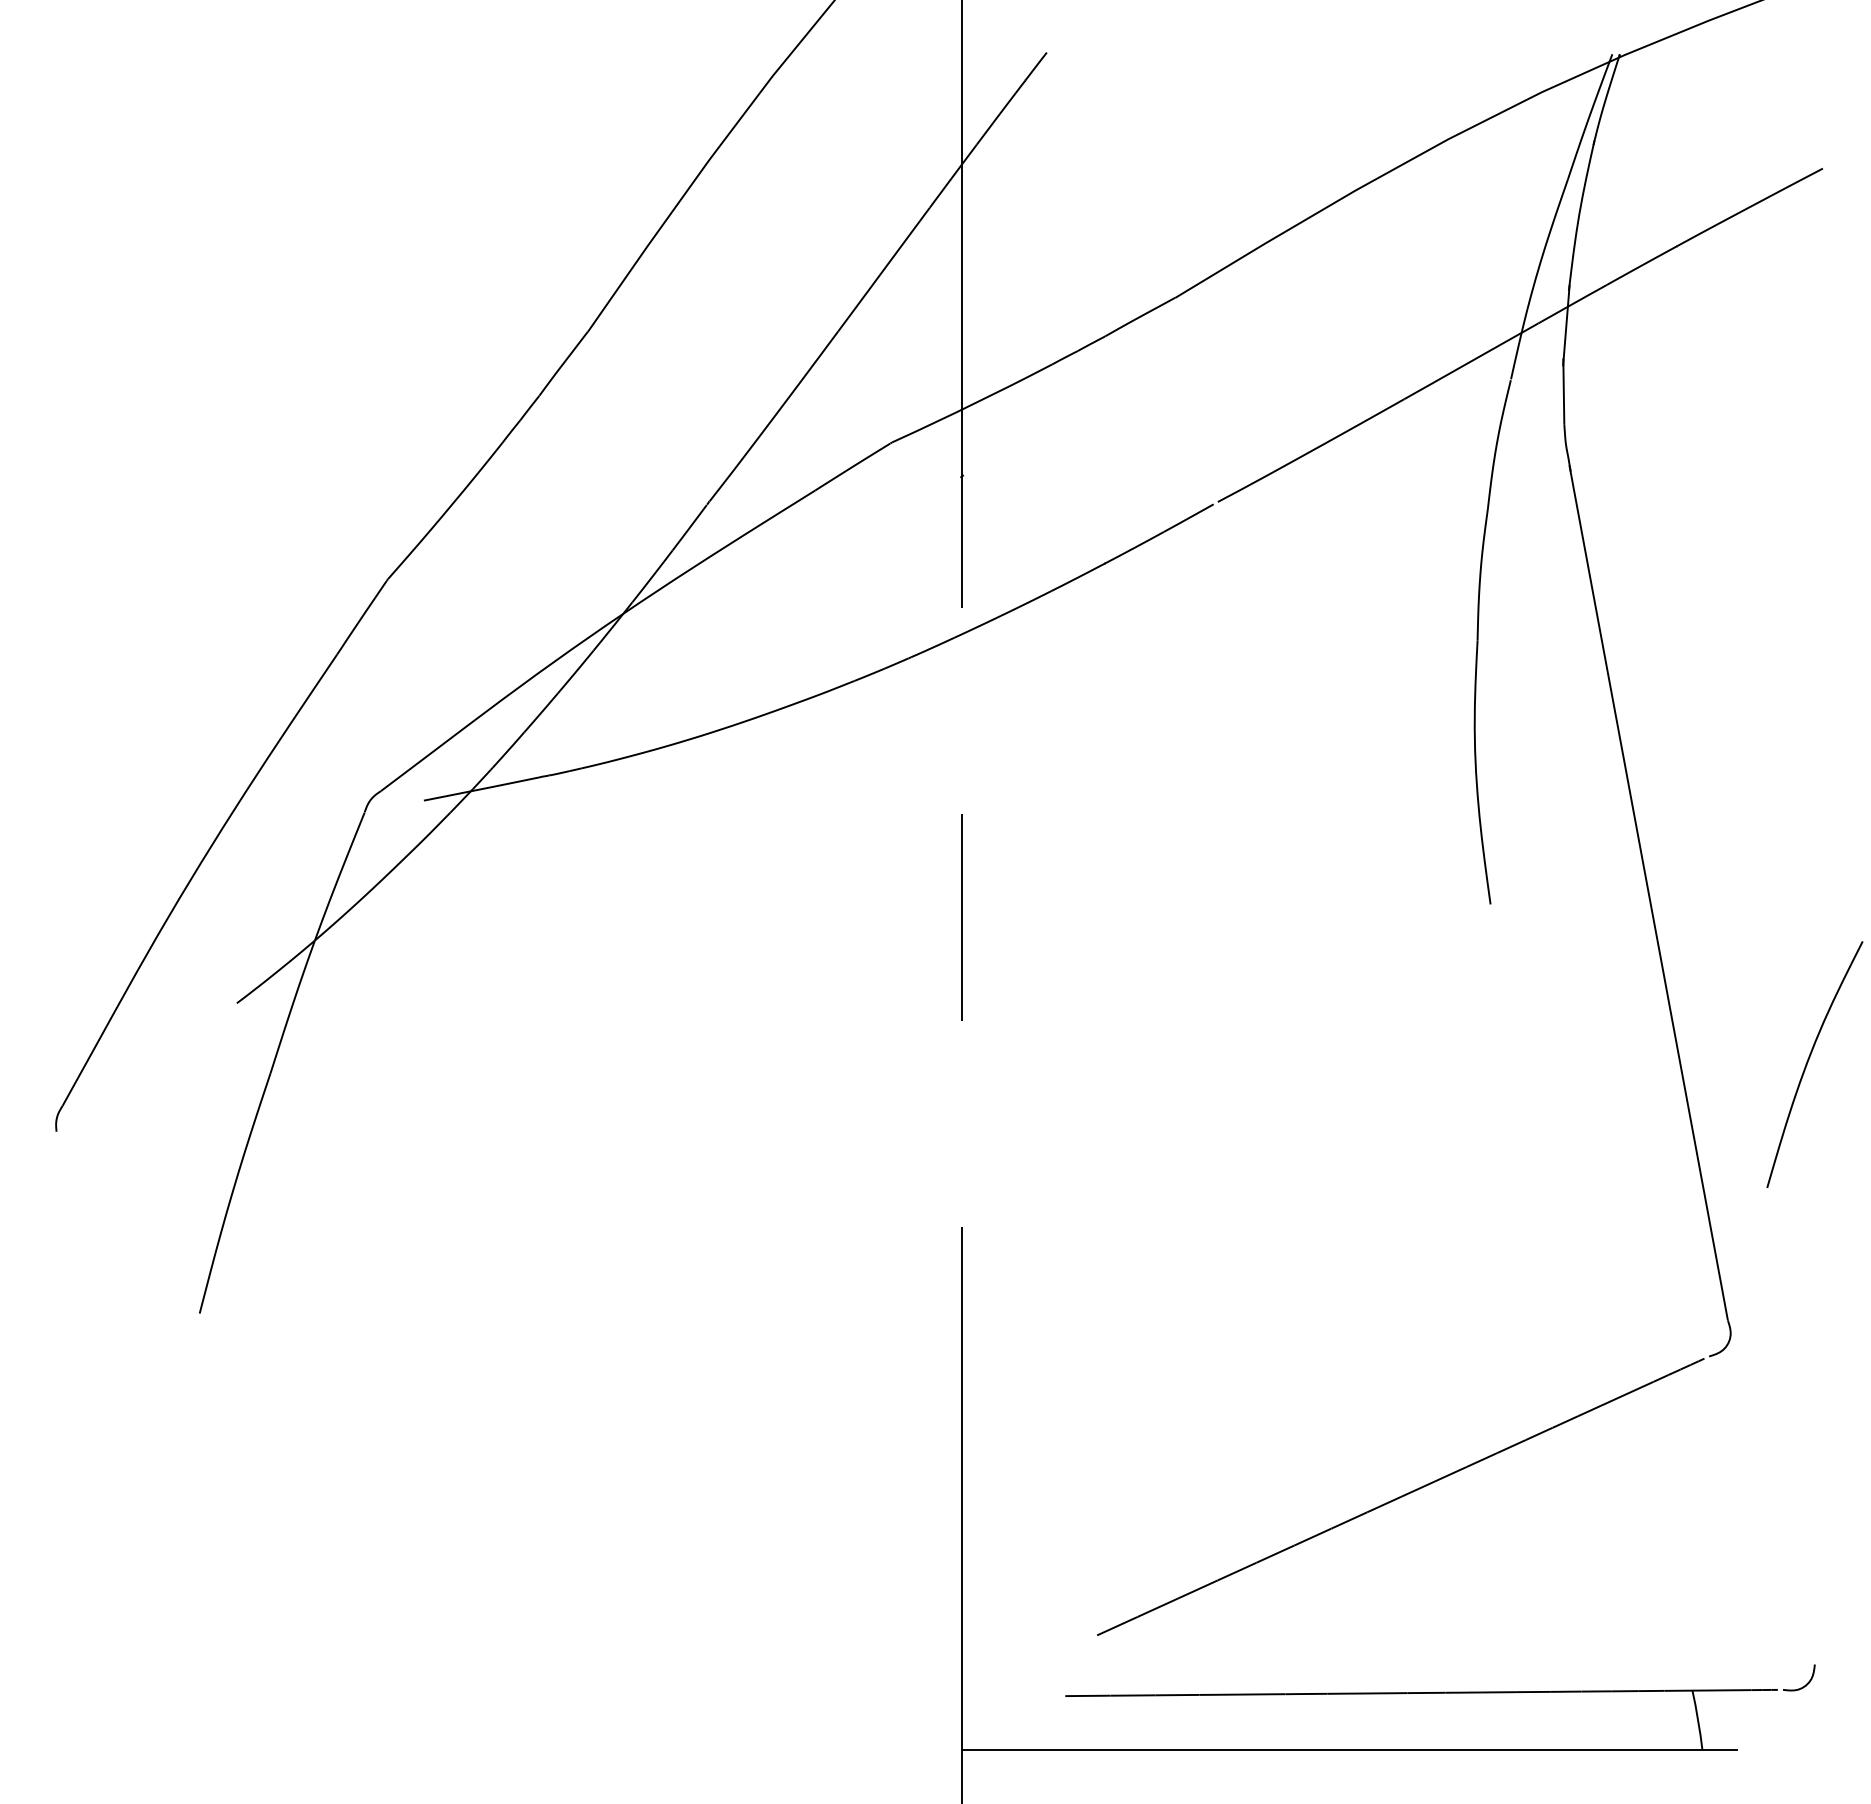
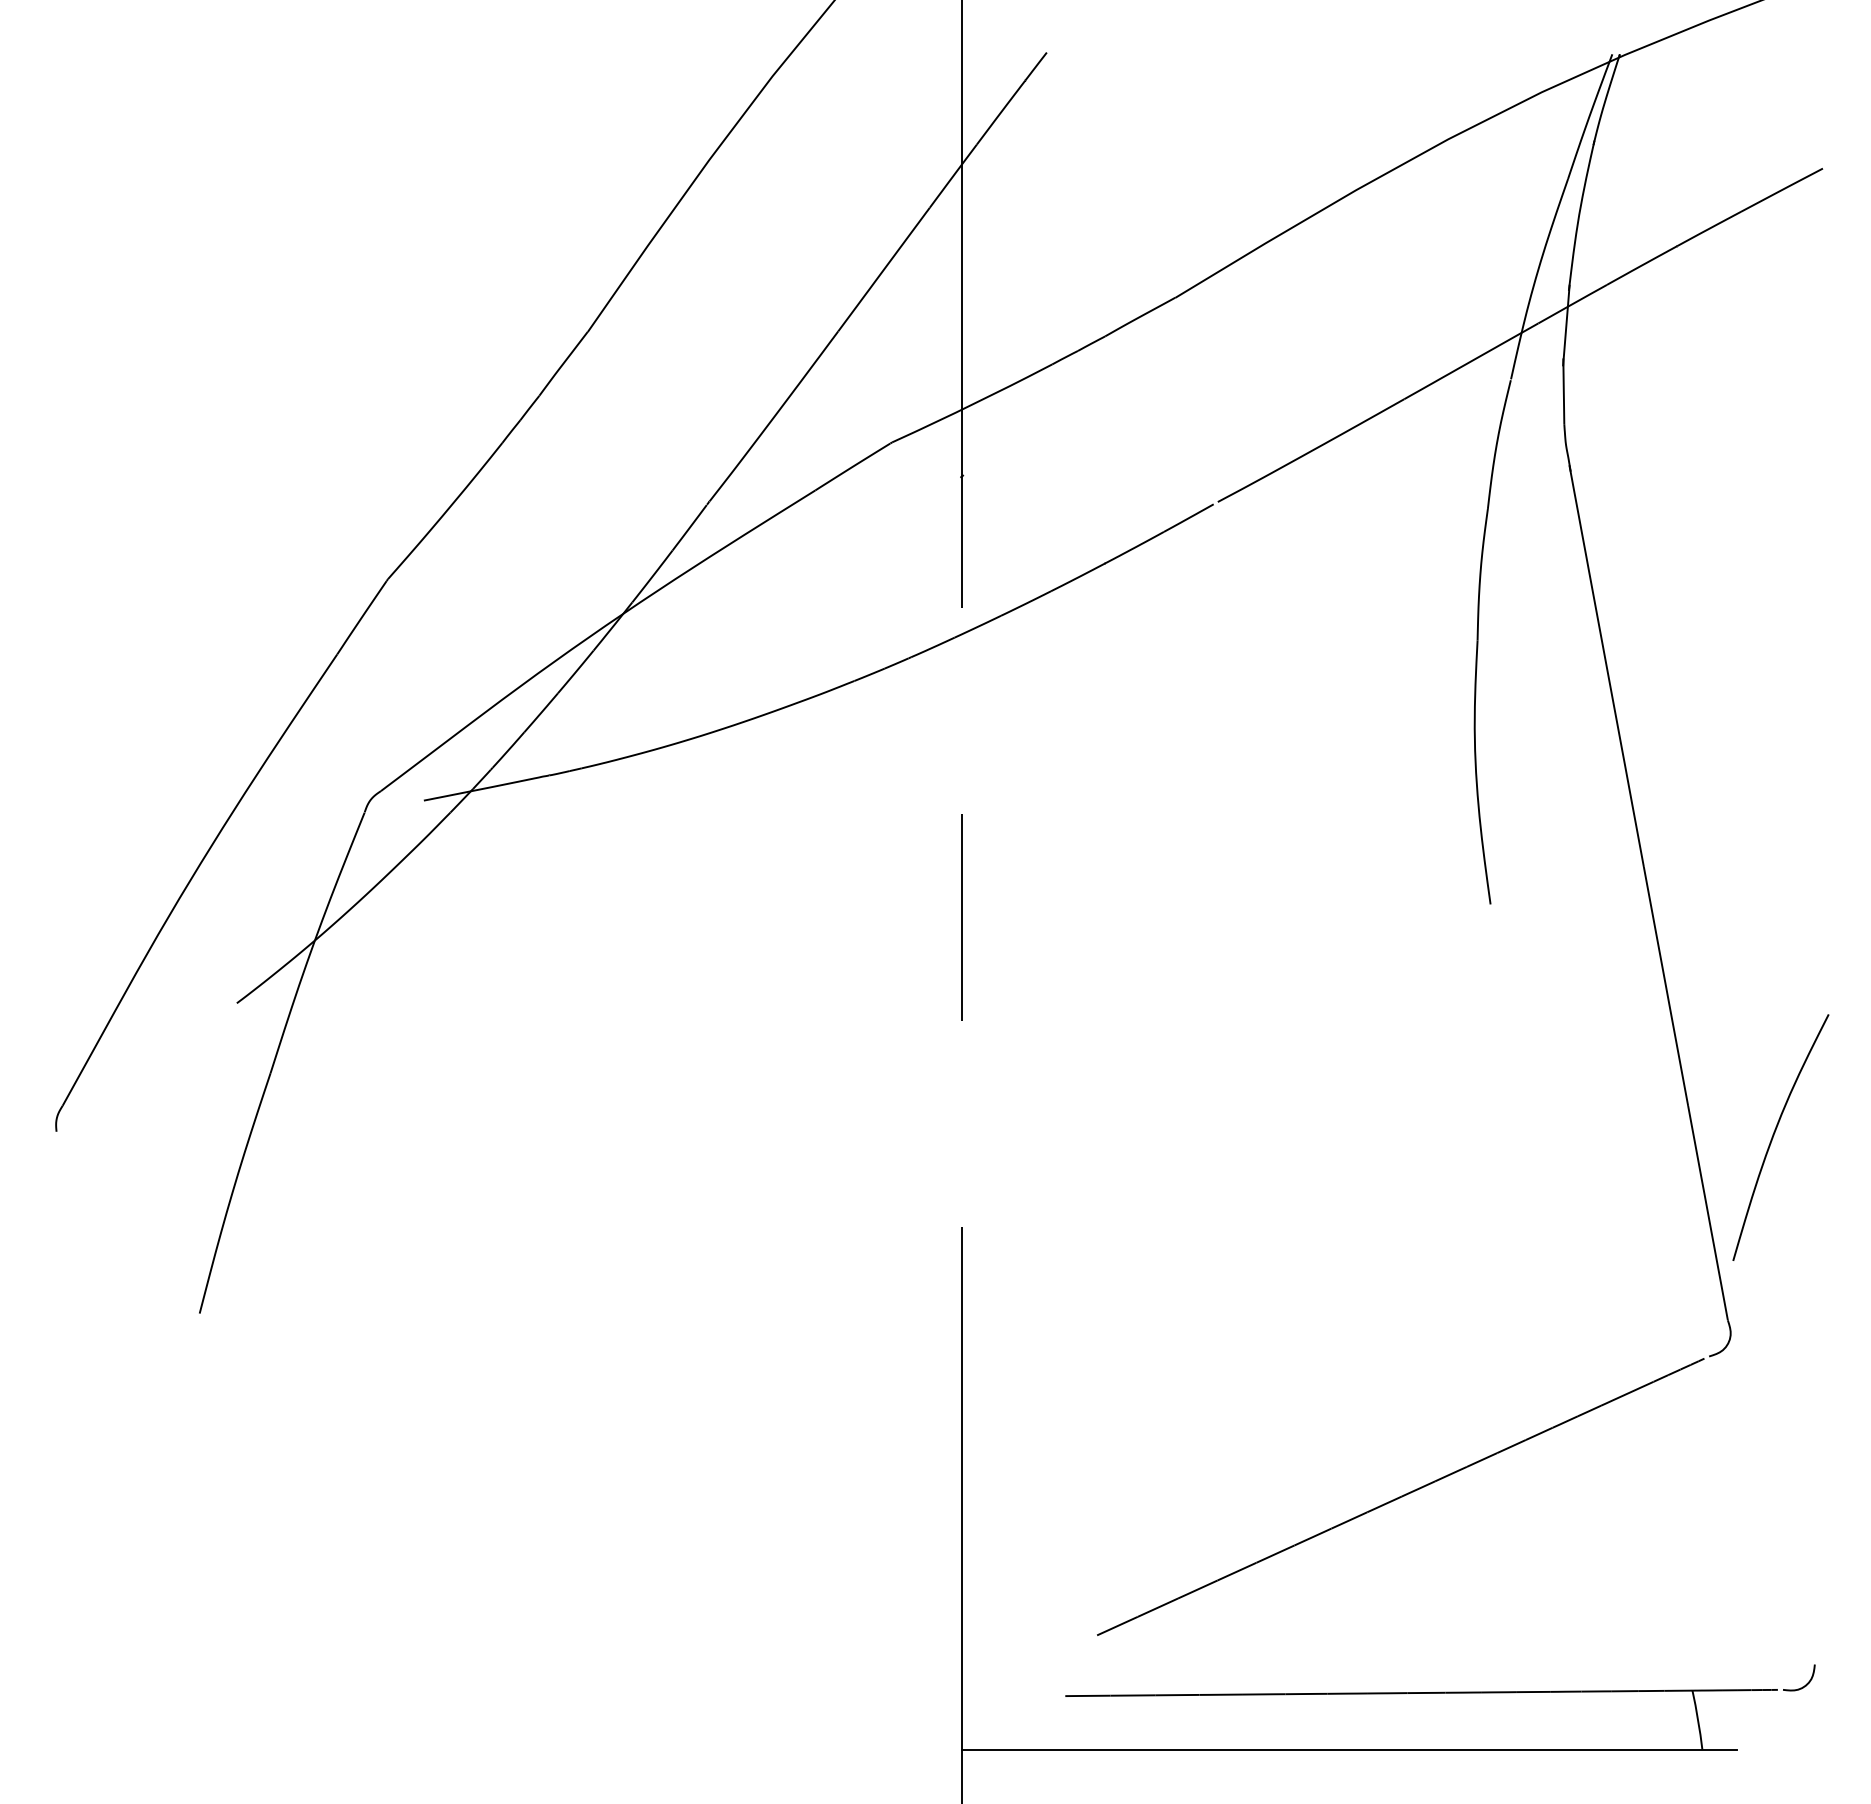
curve at (1808, 1062) position: (1808, 1062) -> (1774, 1135)
